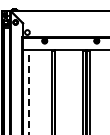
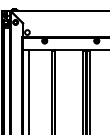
line at (28, 91): dashed -> solid
